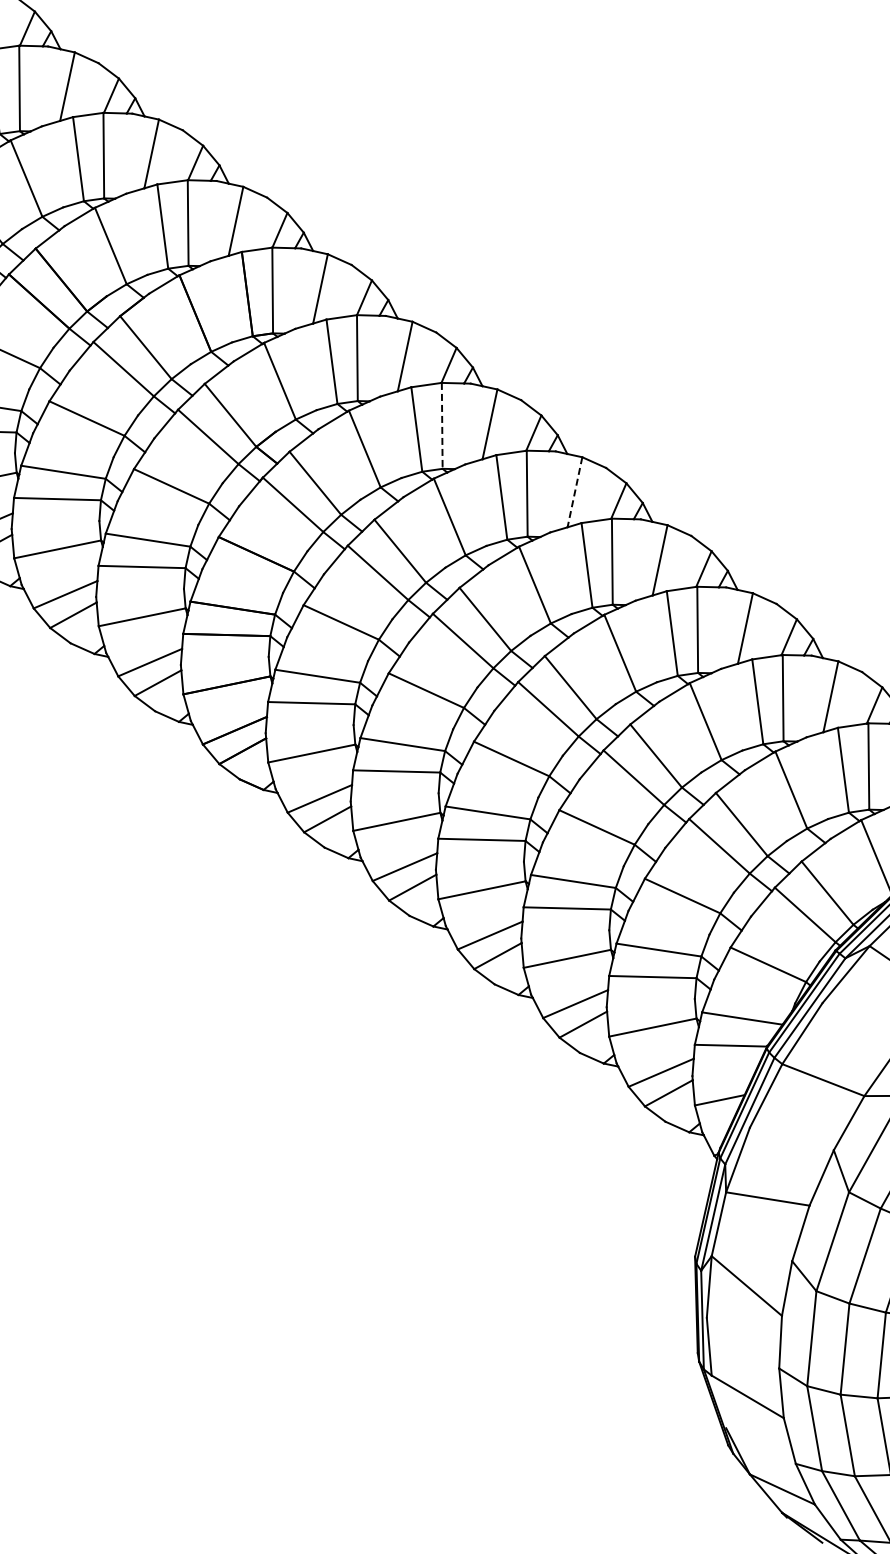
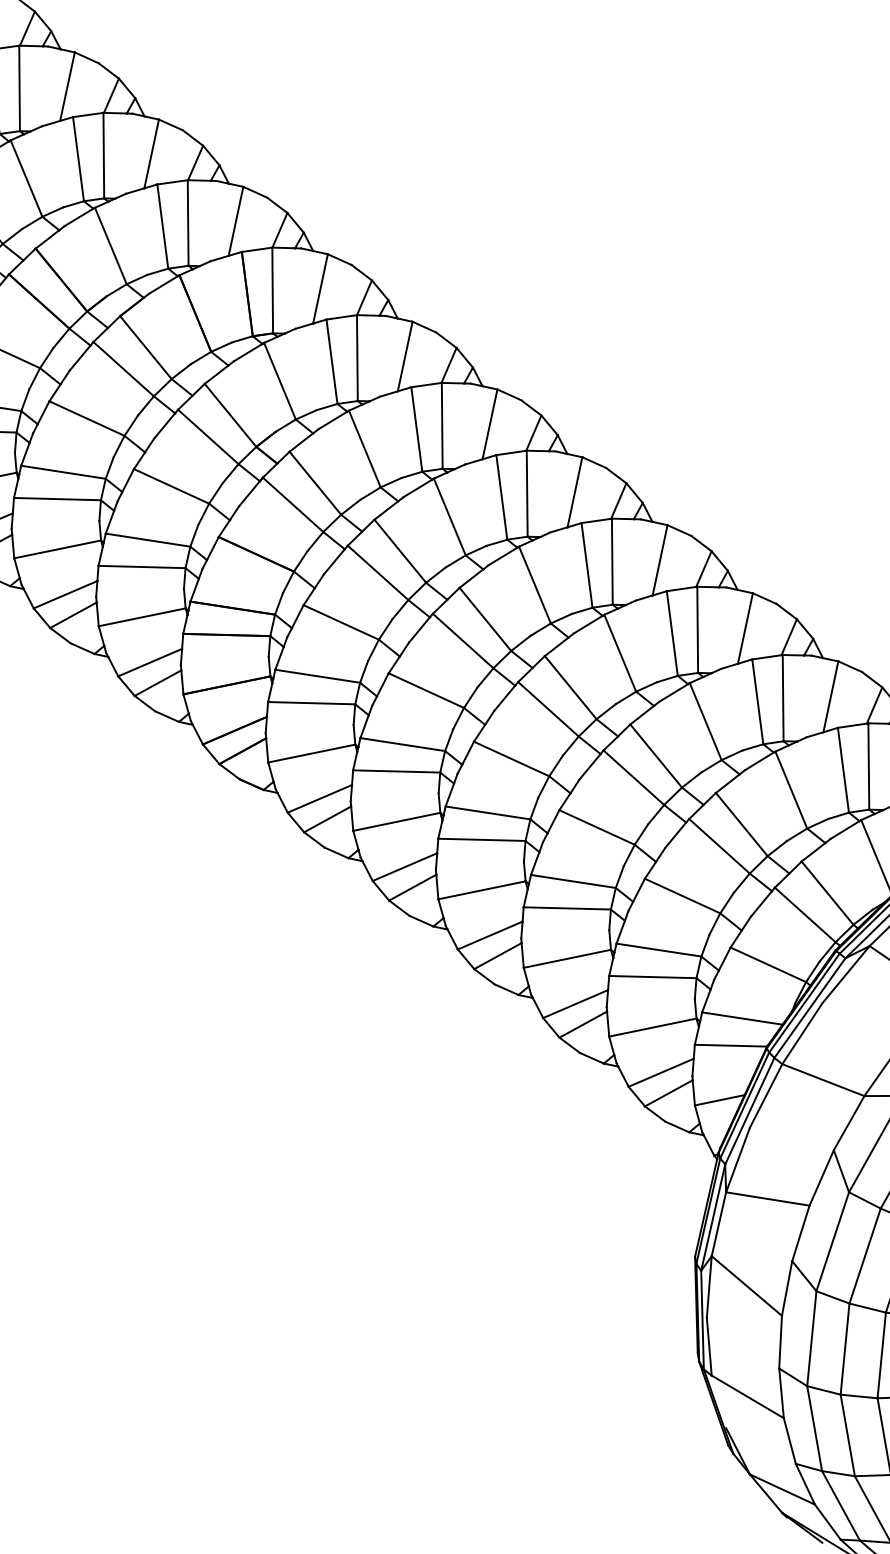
line at (442, 425): dashed -> solid
line at (574, 492): dashed -> solid
